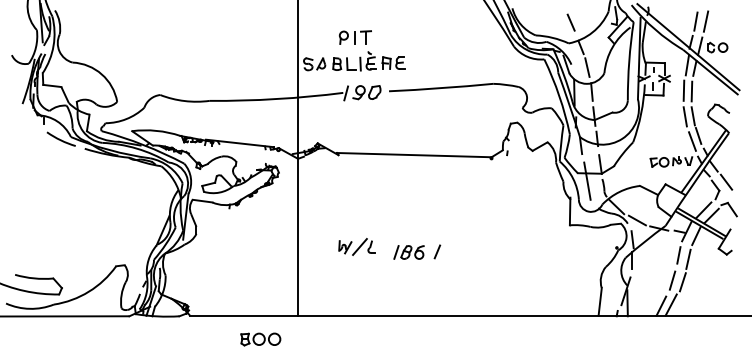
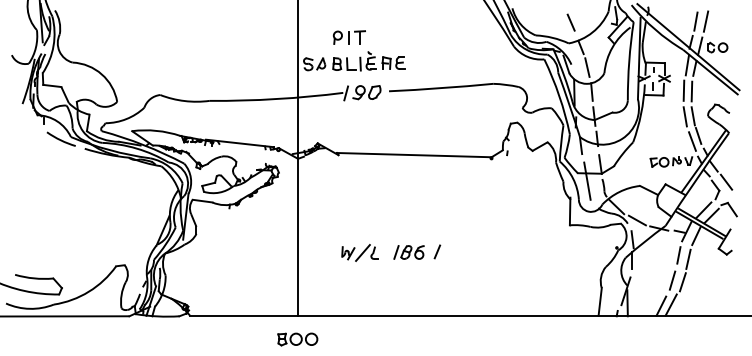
part at (354, 37) position: (354, 37) -> (348, 37)
part at (356, 246) position: (356, 246) -> (359, 252)
part at (260, 339) position: (260, 339) -> (297, 339)
